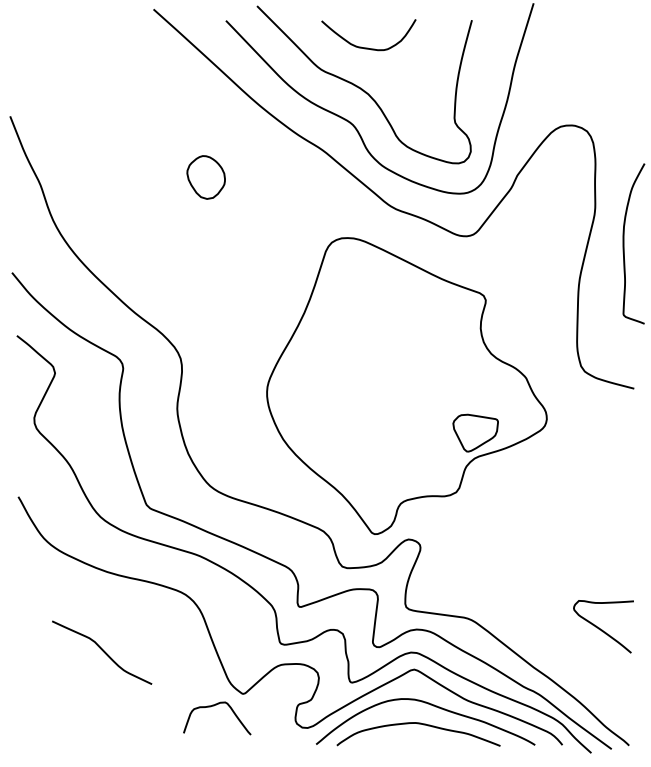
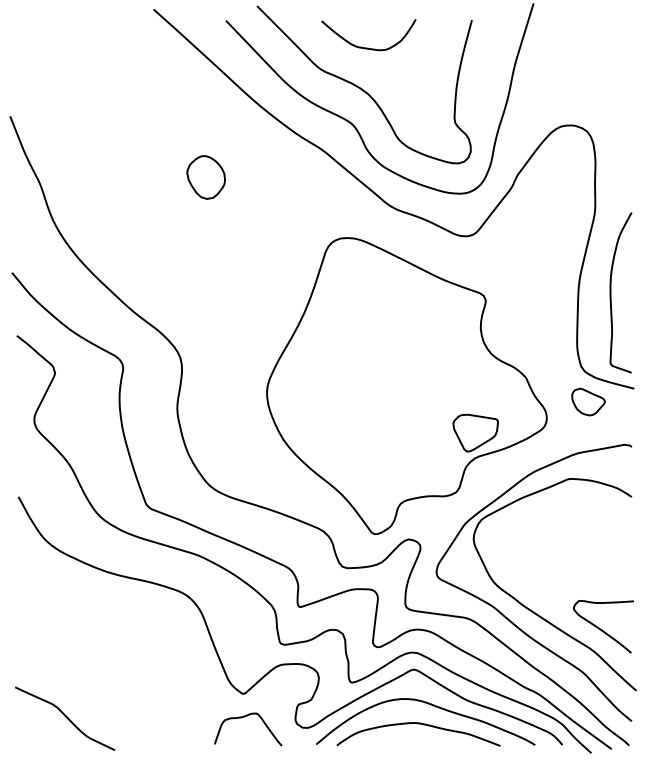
curve at (624, 243) position: (624, 243) -> (611, 292)
part at (588, 401): none -> present
part at (522, 603): none -> present
curve at (102, 651) position: (102, 651) -> (65, 717)
curve at (214, 706) position: (214, 706) -> (245, 717)
